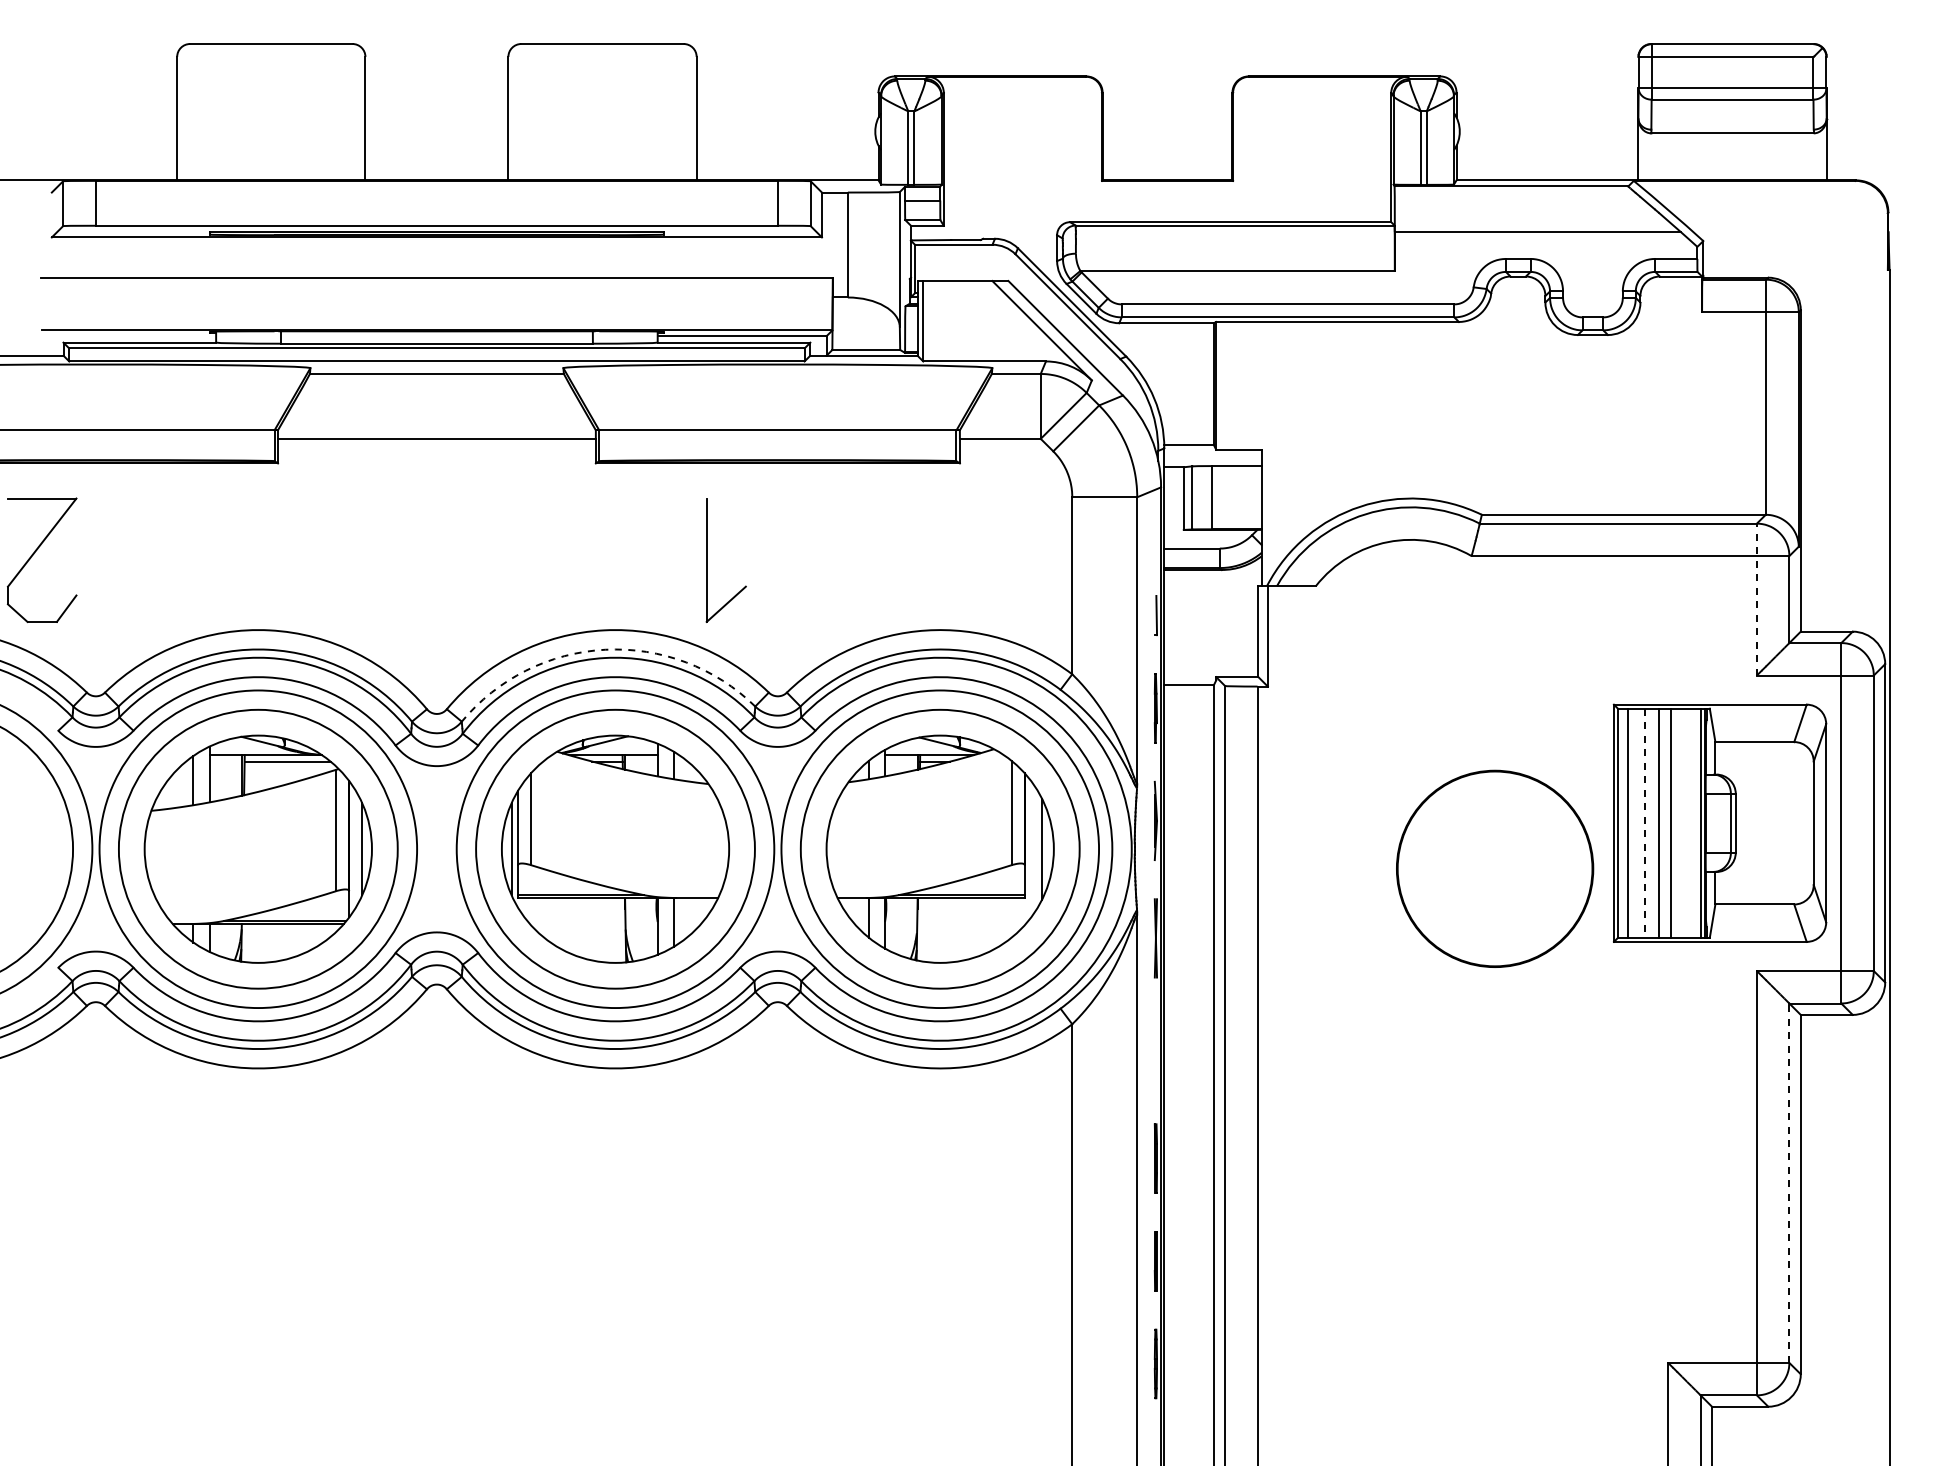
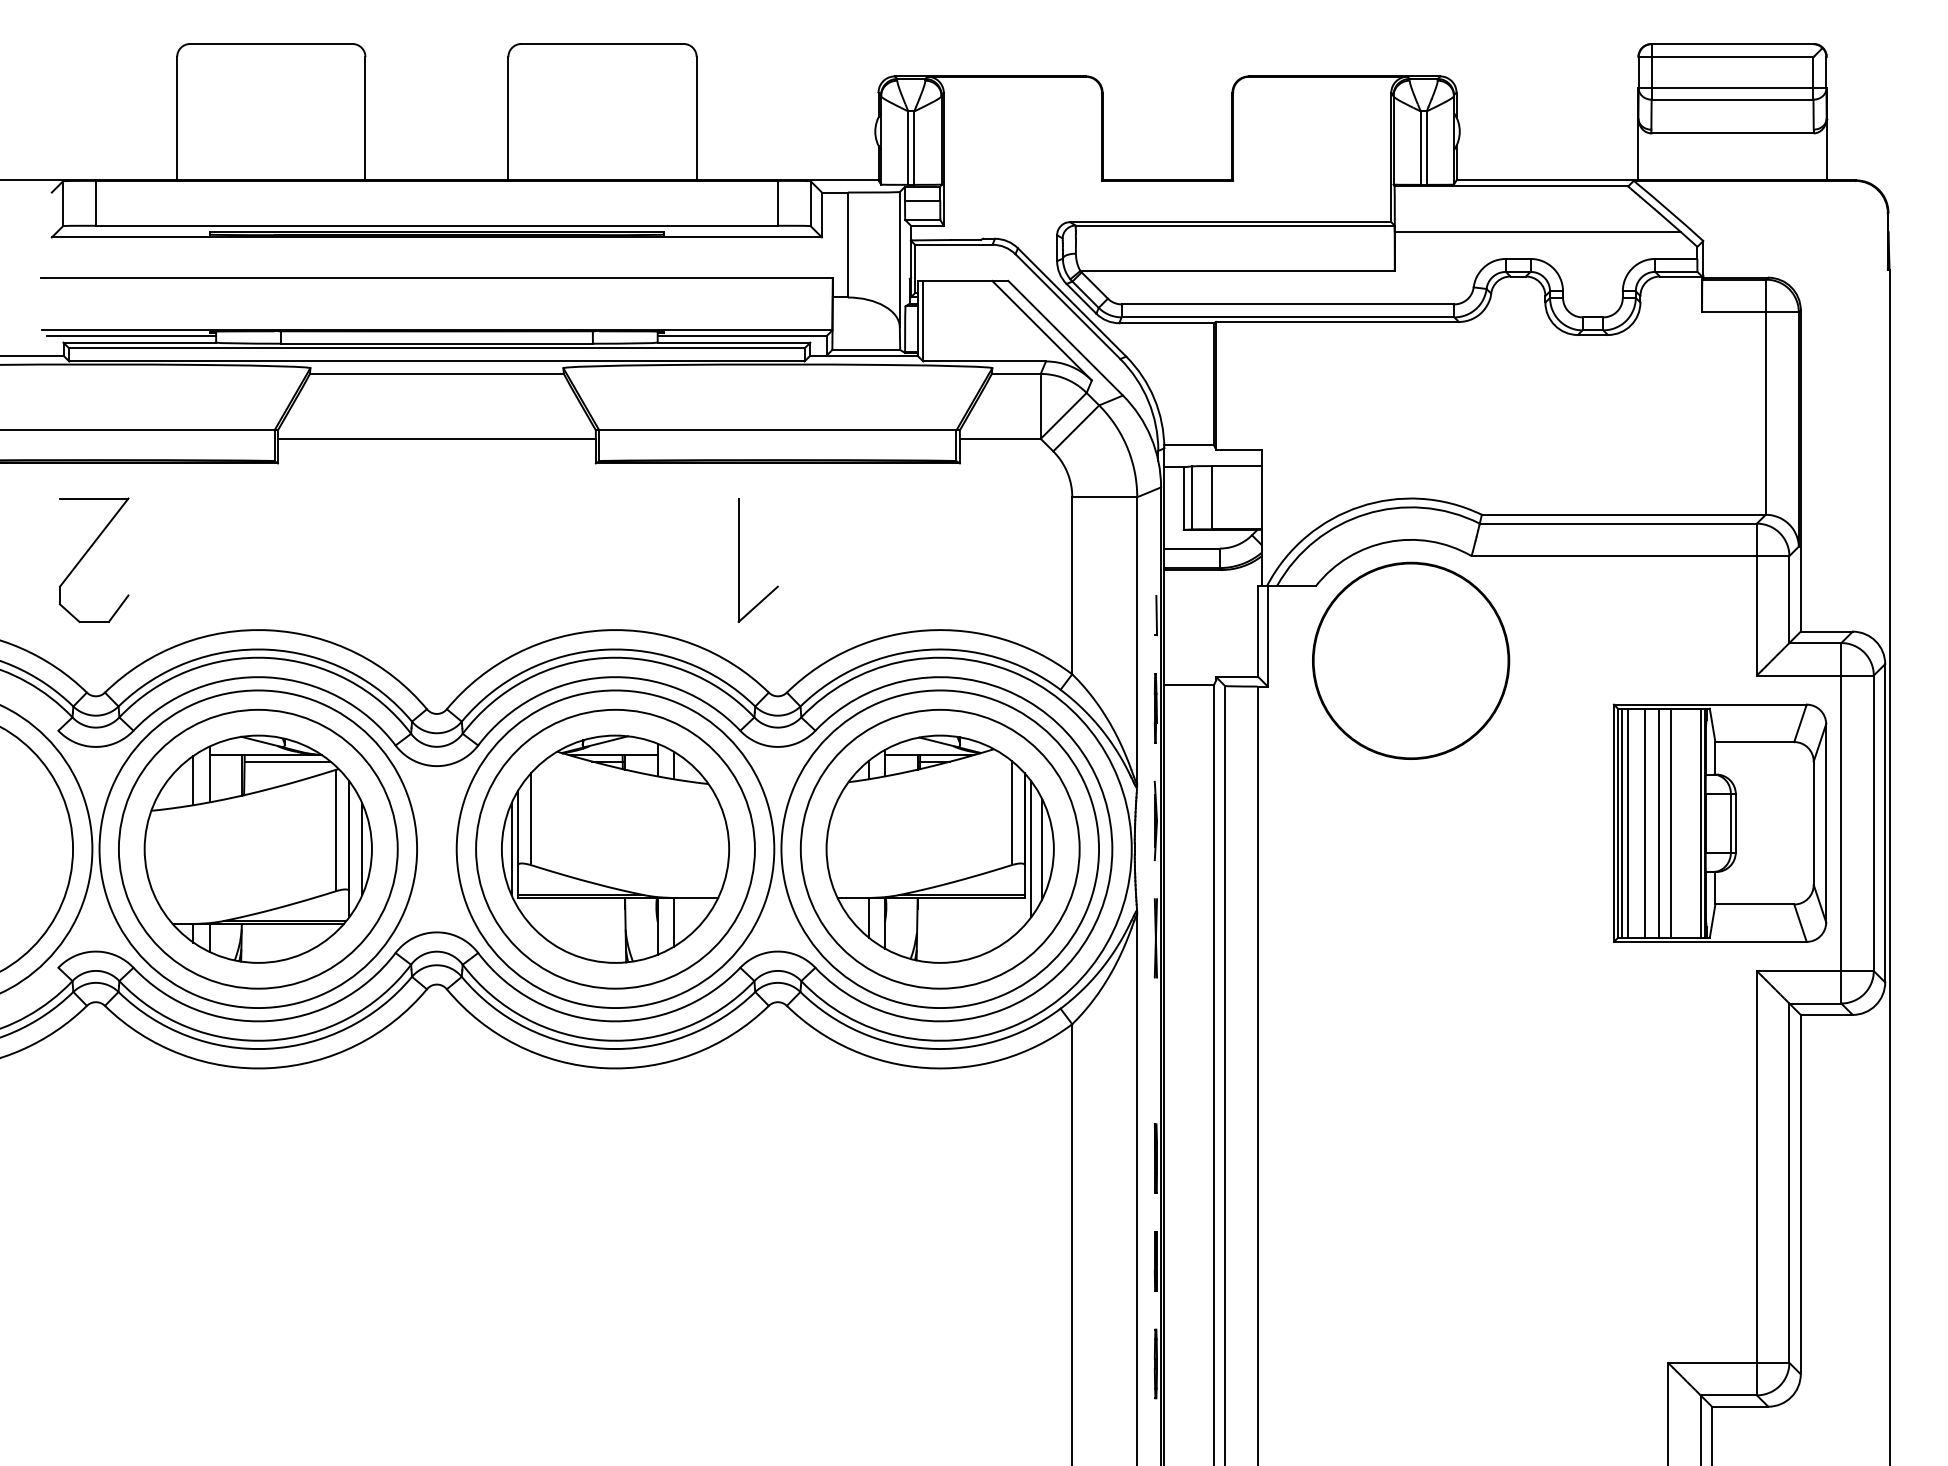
line at (131, 336): none -> present
part at (34, 554) position: (34, 554) -> (86, 554)
part at (707, 560) position: (707, 560) -> (739, 560)
line at (1756, 599): dashed -> solid
arc at (605, 649): dashed -> solid
line at (1622, 822): none -> present
line at (1644, 823): dashed -> solid
line at (1031, 849): none -> present
part at (1495, 868) position: (1495, 868) -> (1411, 660)
line at (1789, 1183): dashed -> solid
